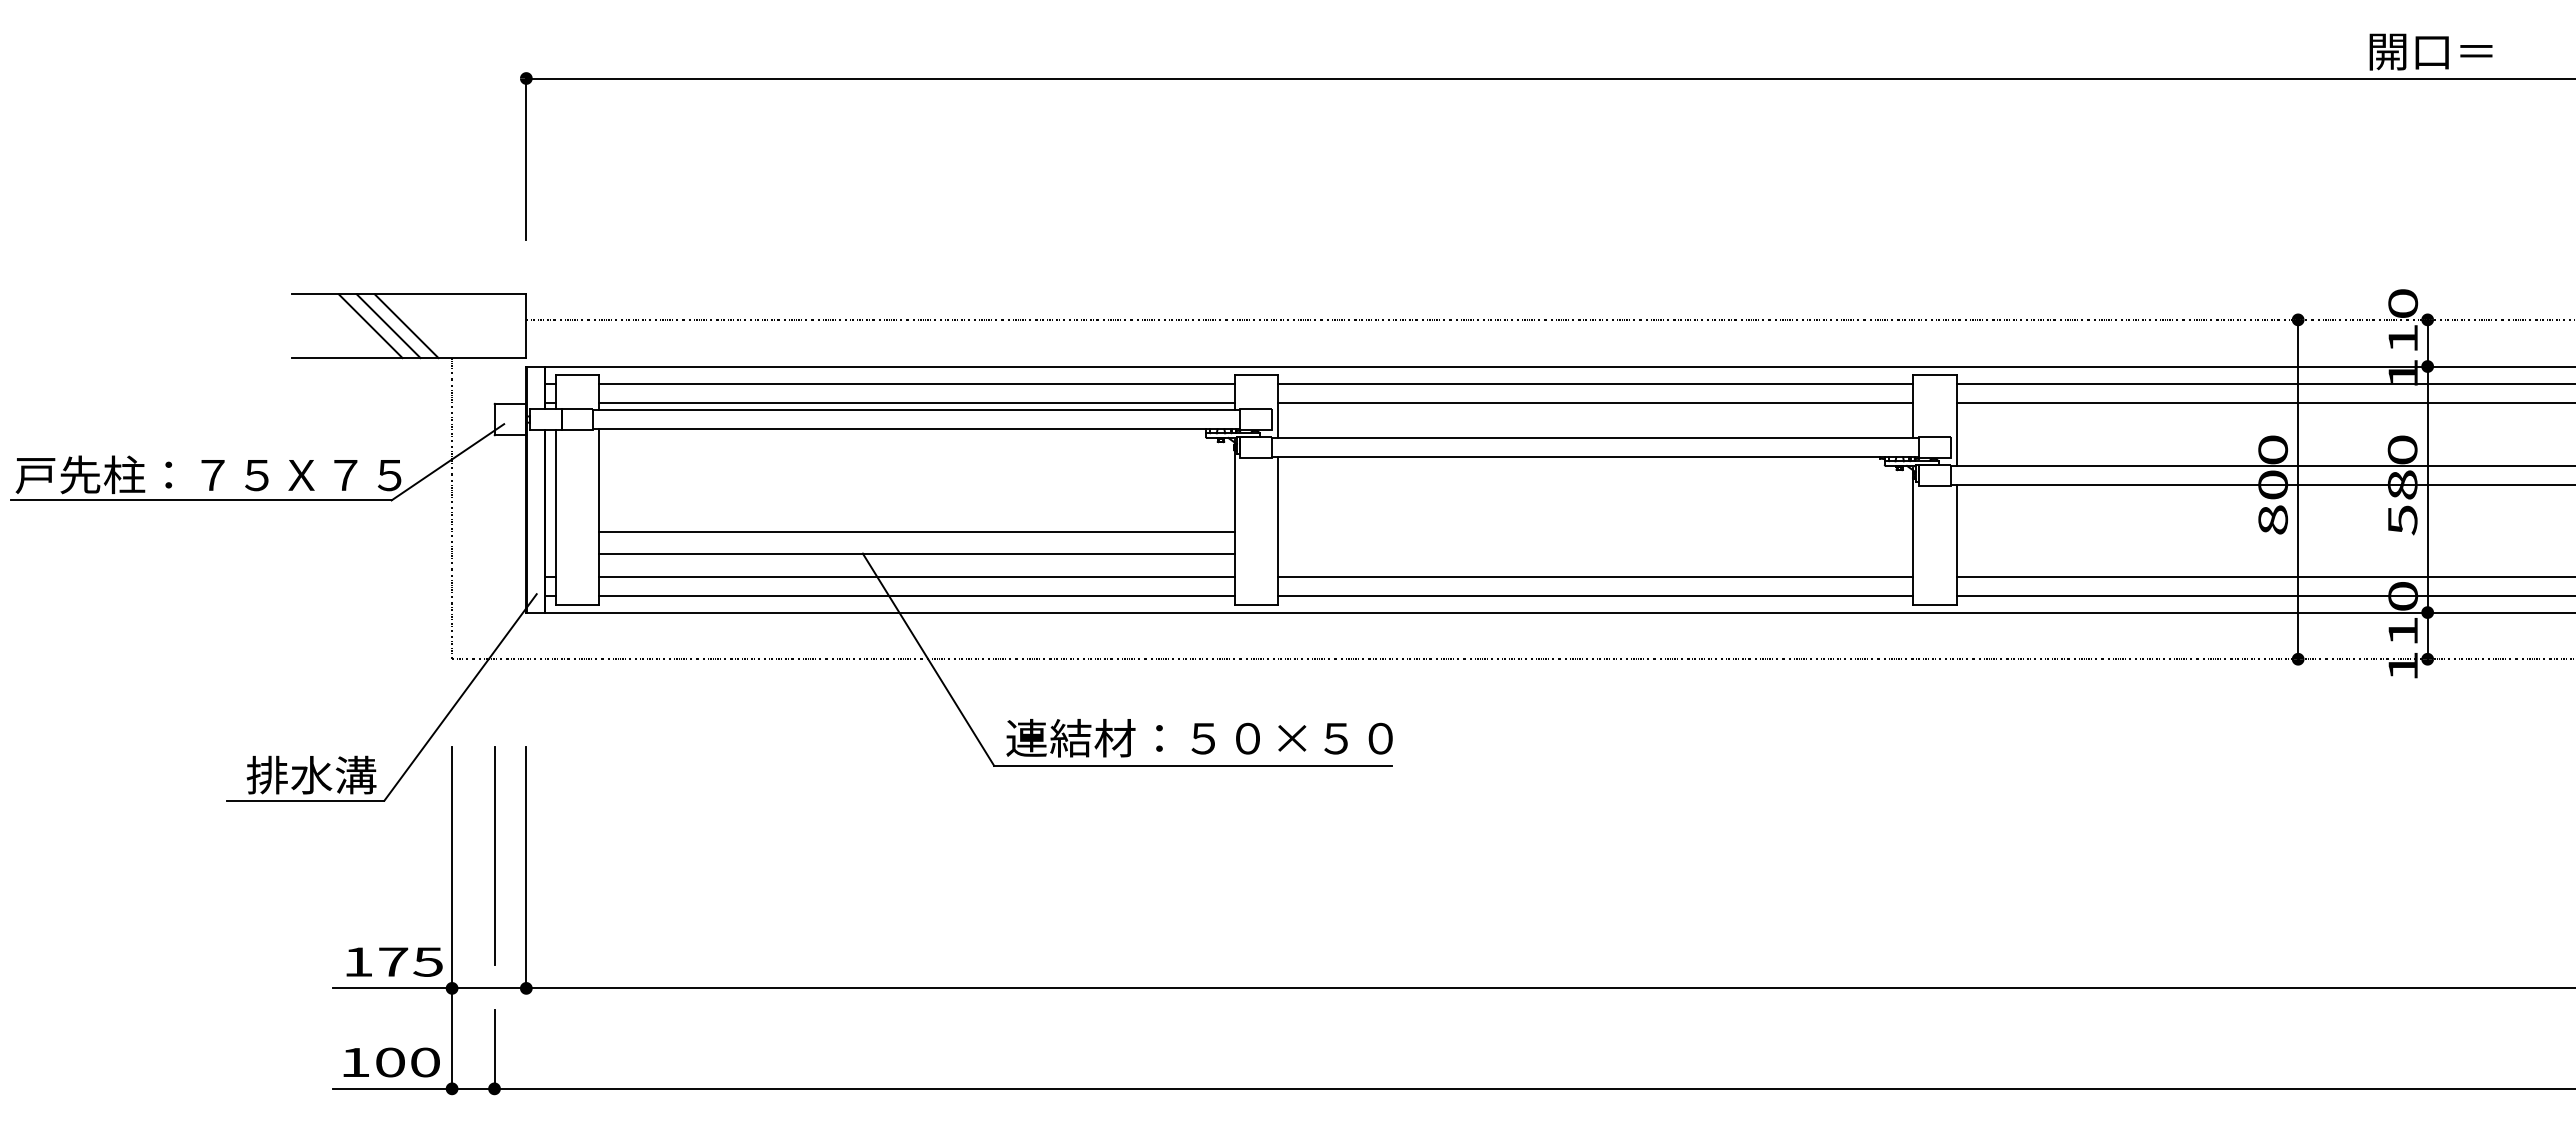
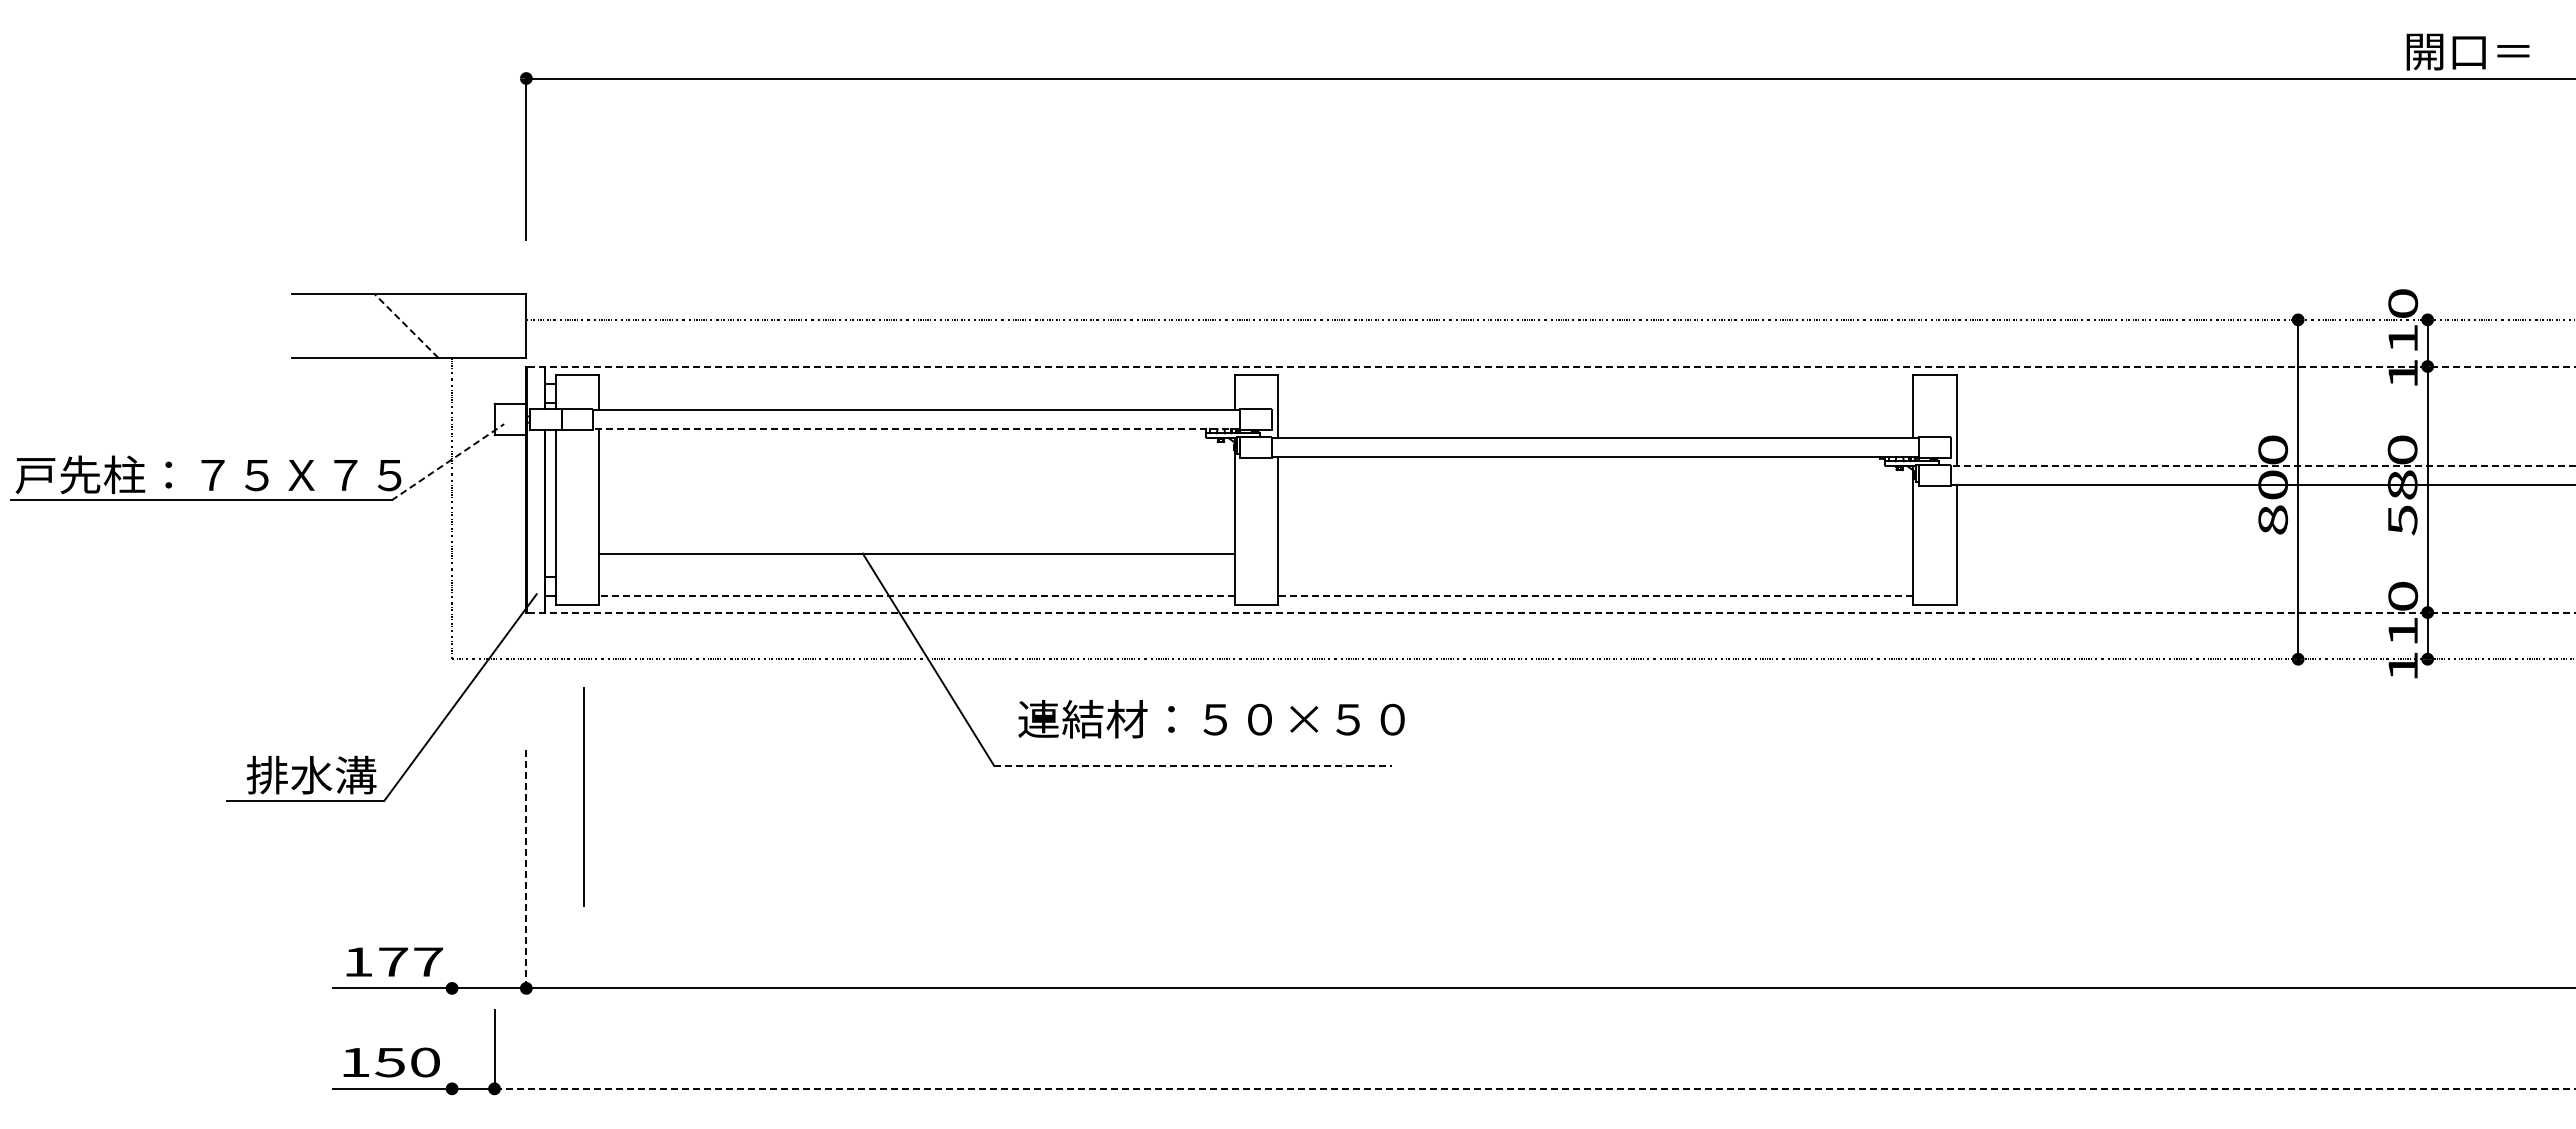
text at (2430, 51) position: (2430, 51) -> (2467, 51)
line at (370, 326): present -> none
line at (388, 326): present -> none
line at (406, 326): solid -> dashed
line at (1550, 366): solid -> dashed
line at (916, 383): present -> none
line at (1595, 383): present -> none
line at (2264, 383): present -> none
line at (916, 402): present -> none
line at (1595, 402): present -> none
line at (2264, 402): present -> none
line at (916, 429): solid -> dashed
line at (447, 462): solid -> dashed
line at (2262, 465): solid -> dashed
line at (916, 532): present -> none
line at (916, 576): present -> none
line at (1595, 576): present -> none
line at (2264, 576): present -> none
line at (916, 595): solid -> dashed
line at (1595, 595): solid -> dashed
line at (2264, 595): present -> none
line at (1550, 612): solid -> dashed
text at (1199, 738) position: (1199, 738) -> (1211, 719)
line at (1193, 765): solid -> dashed
line at (494, 855) position: (494, 855) -> (583, 796)
line at (526, 867): solid -> dashed
line at (452, 917): present -> none
text at (428, 961): 175 -> 177
text at (389, 1062): 100 -> 150
line at (1534, 1088): solid -> dashed
